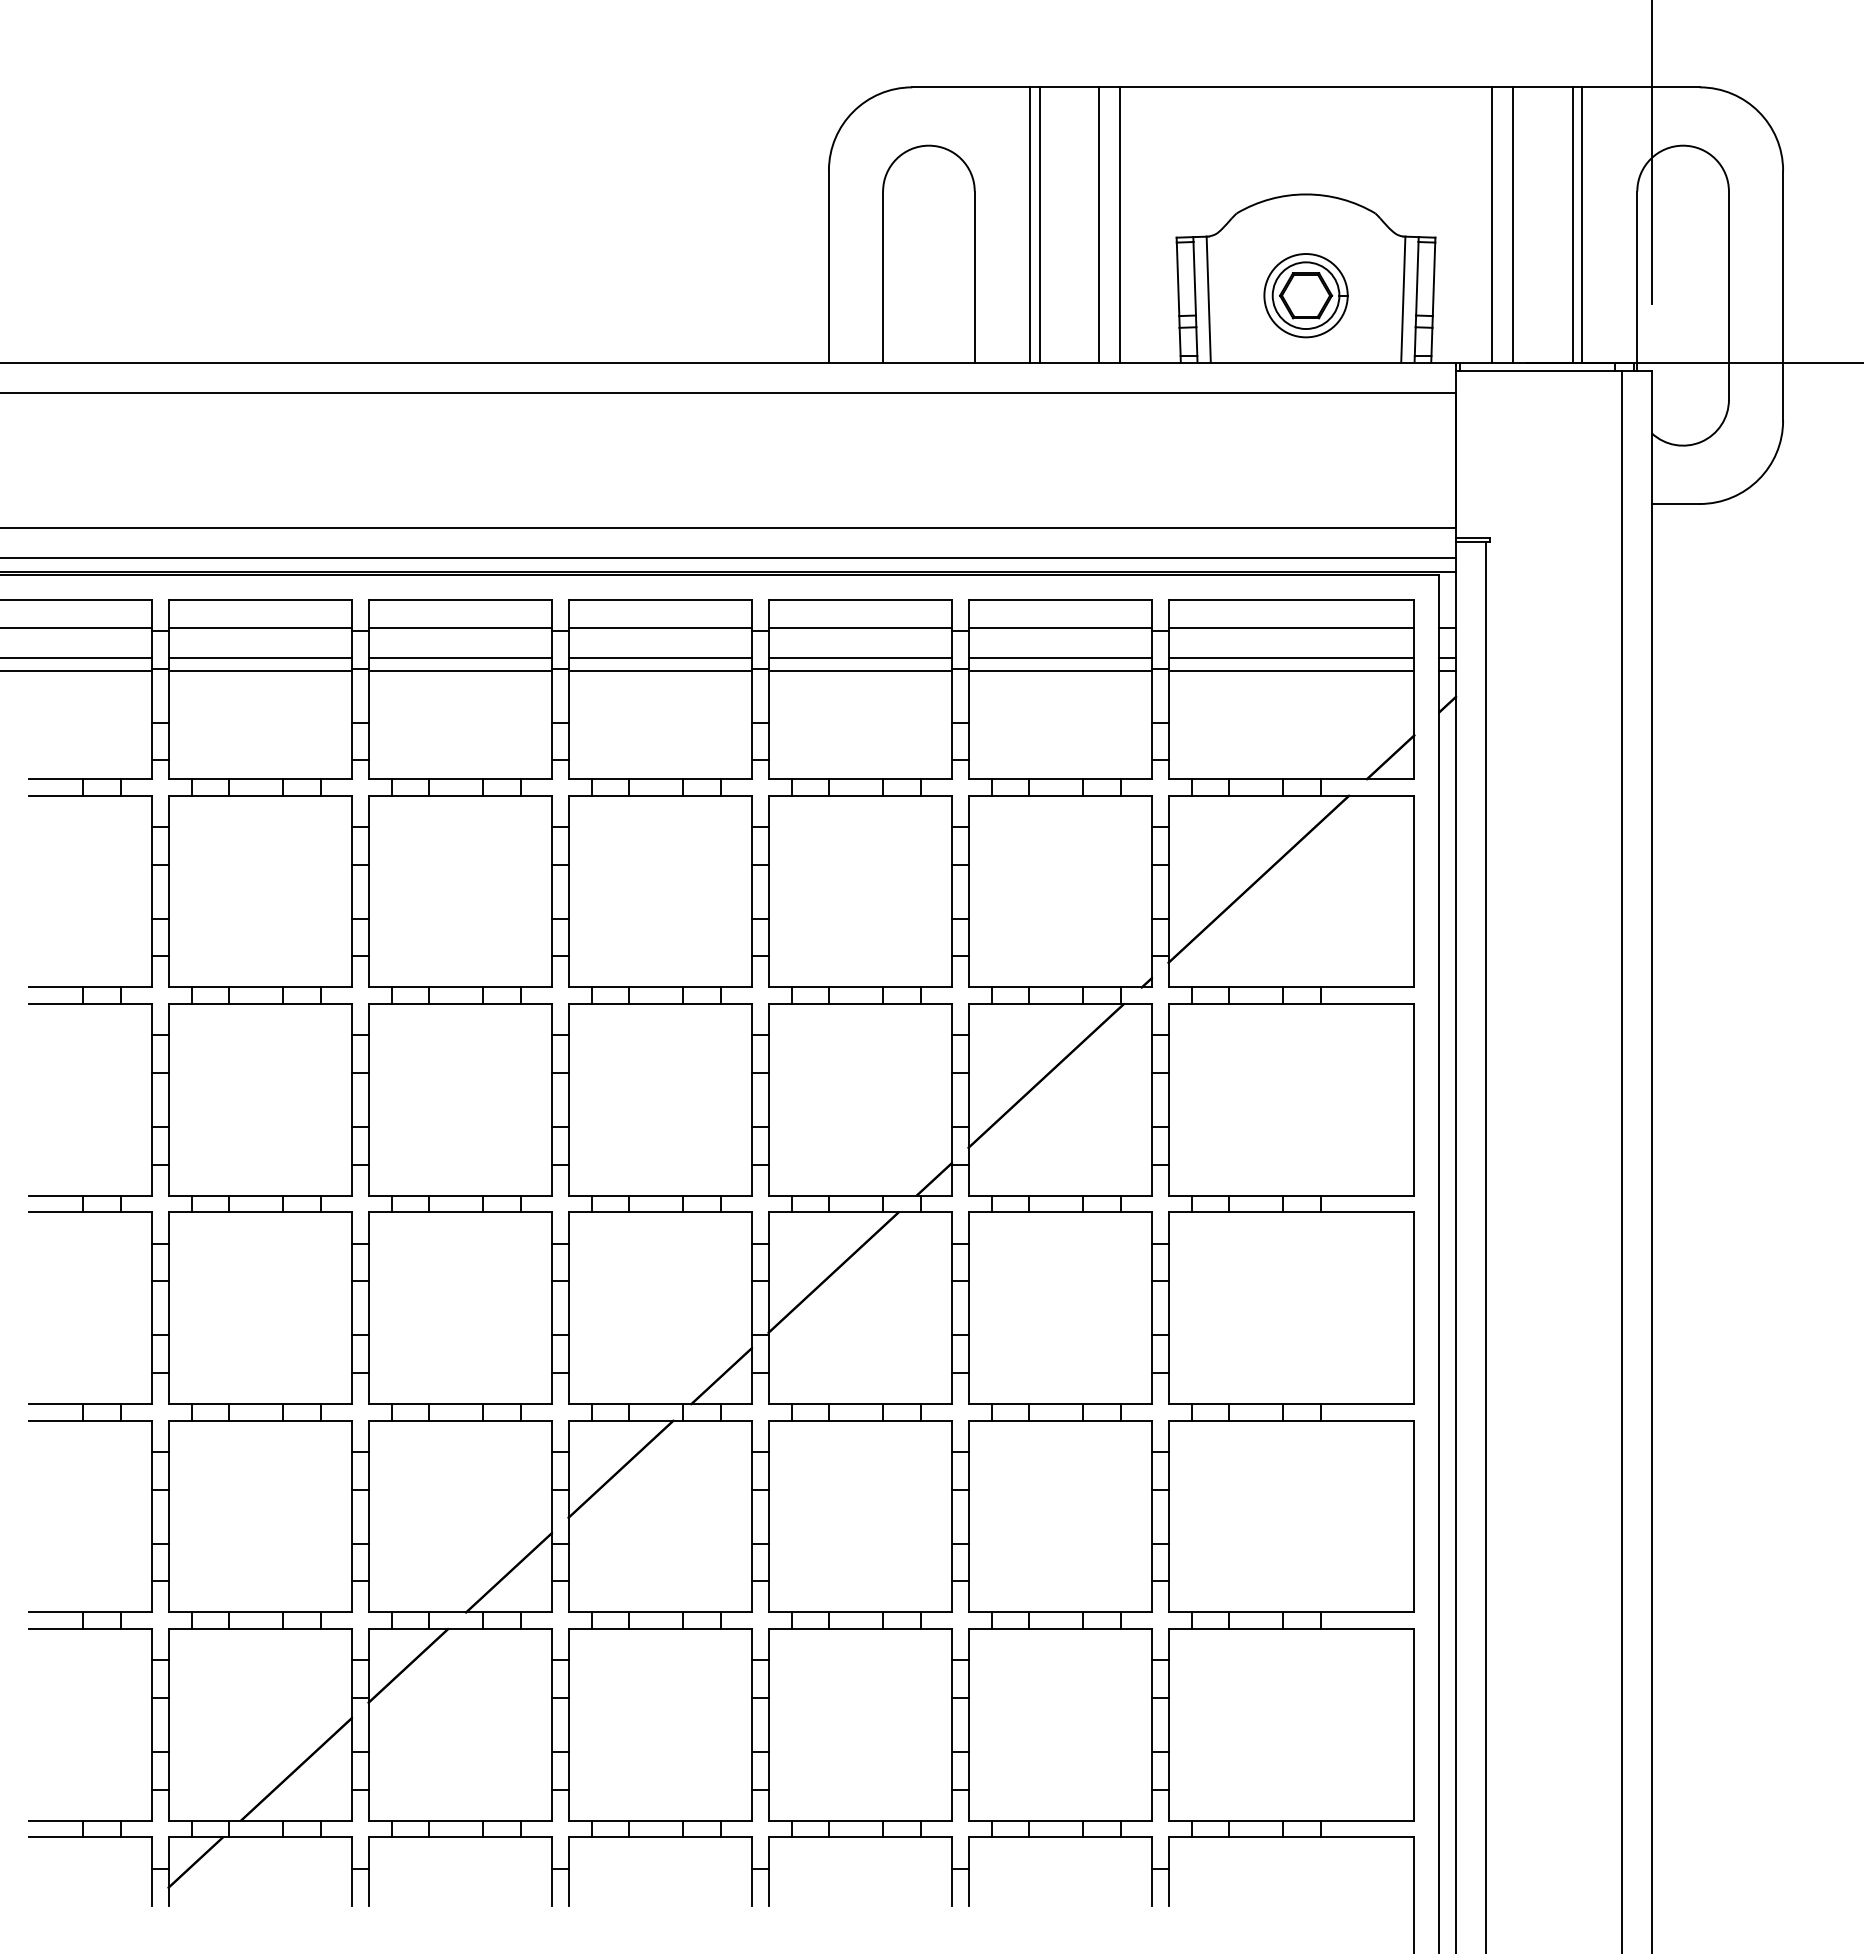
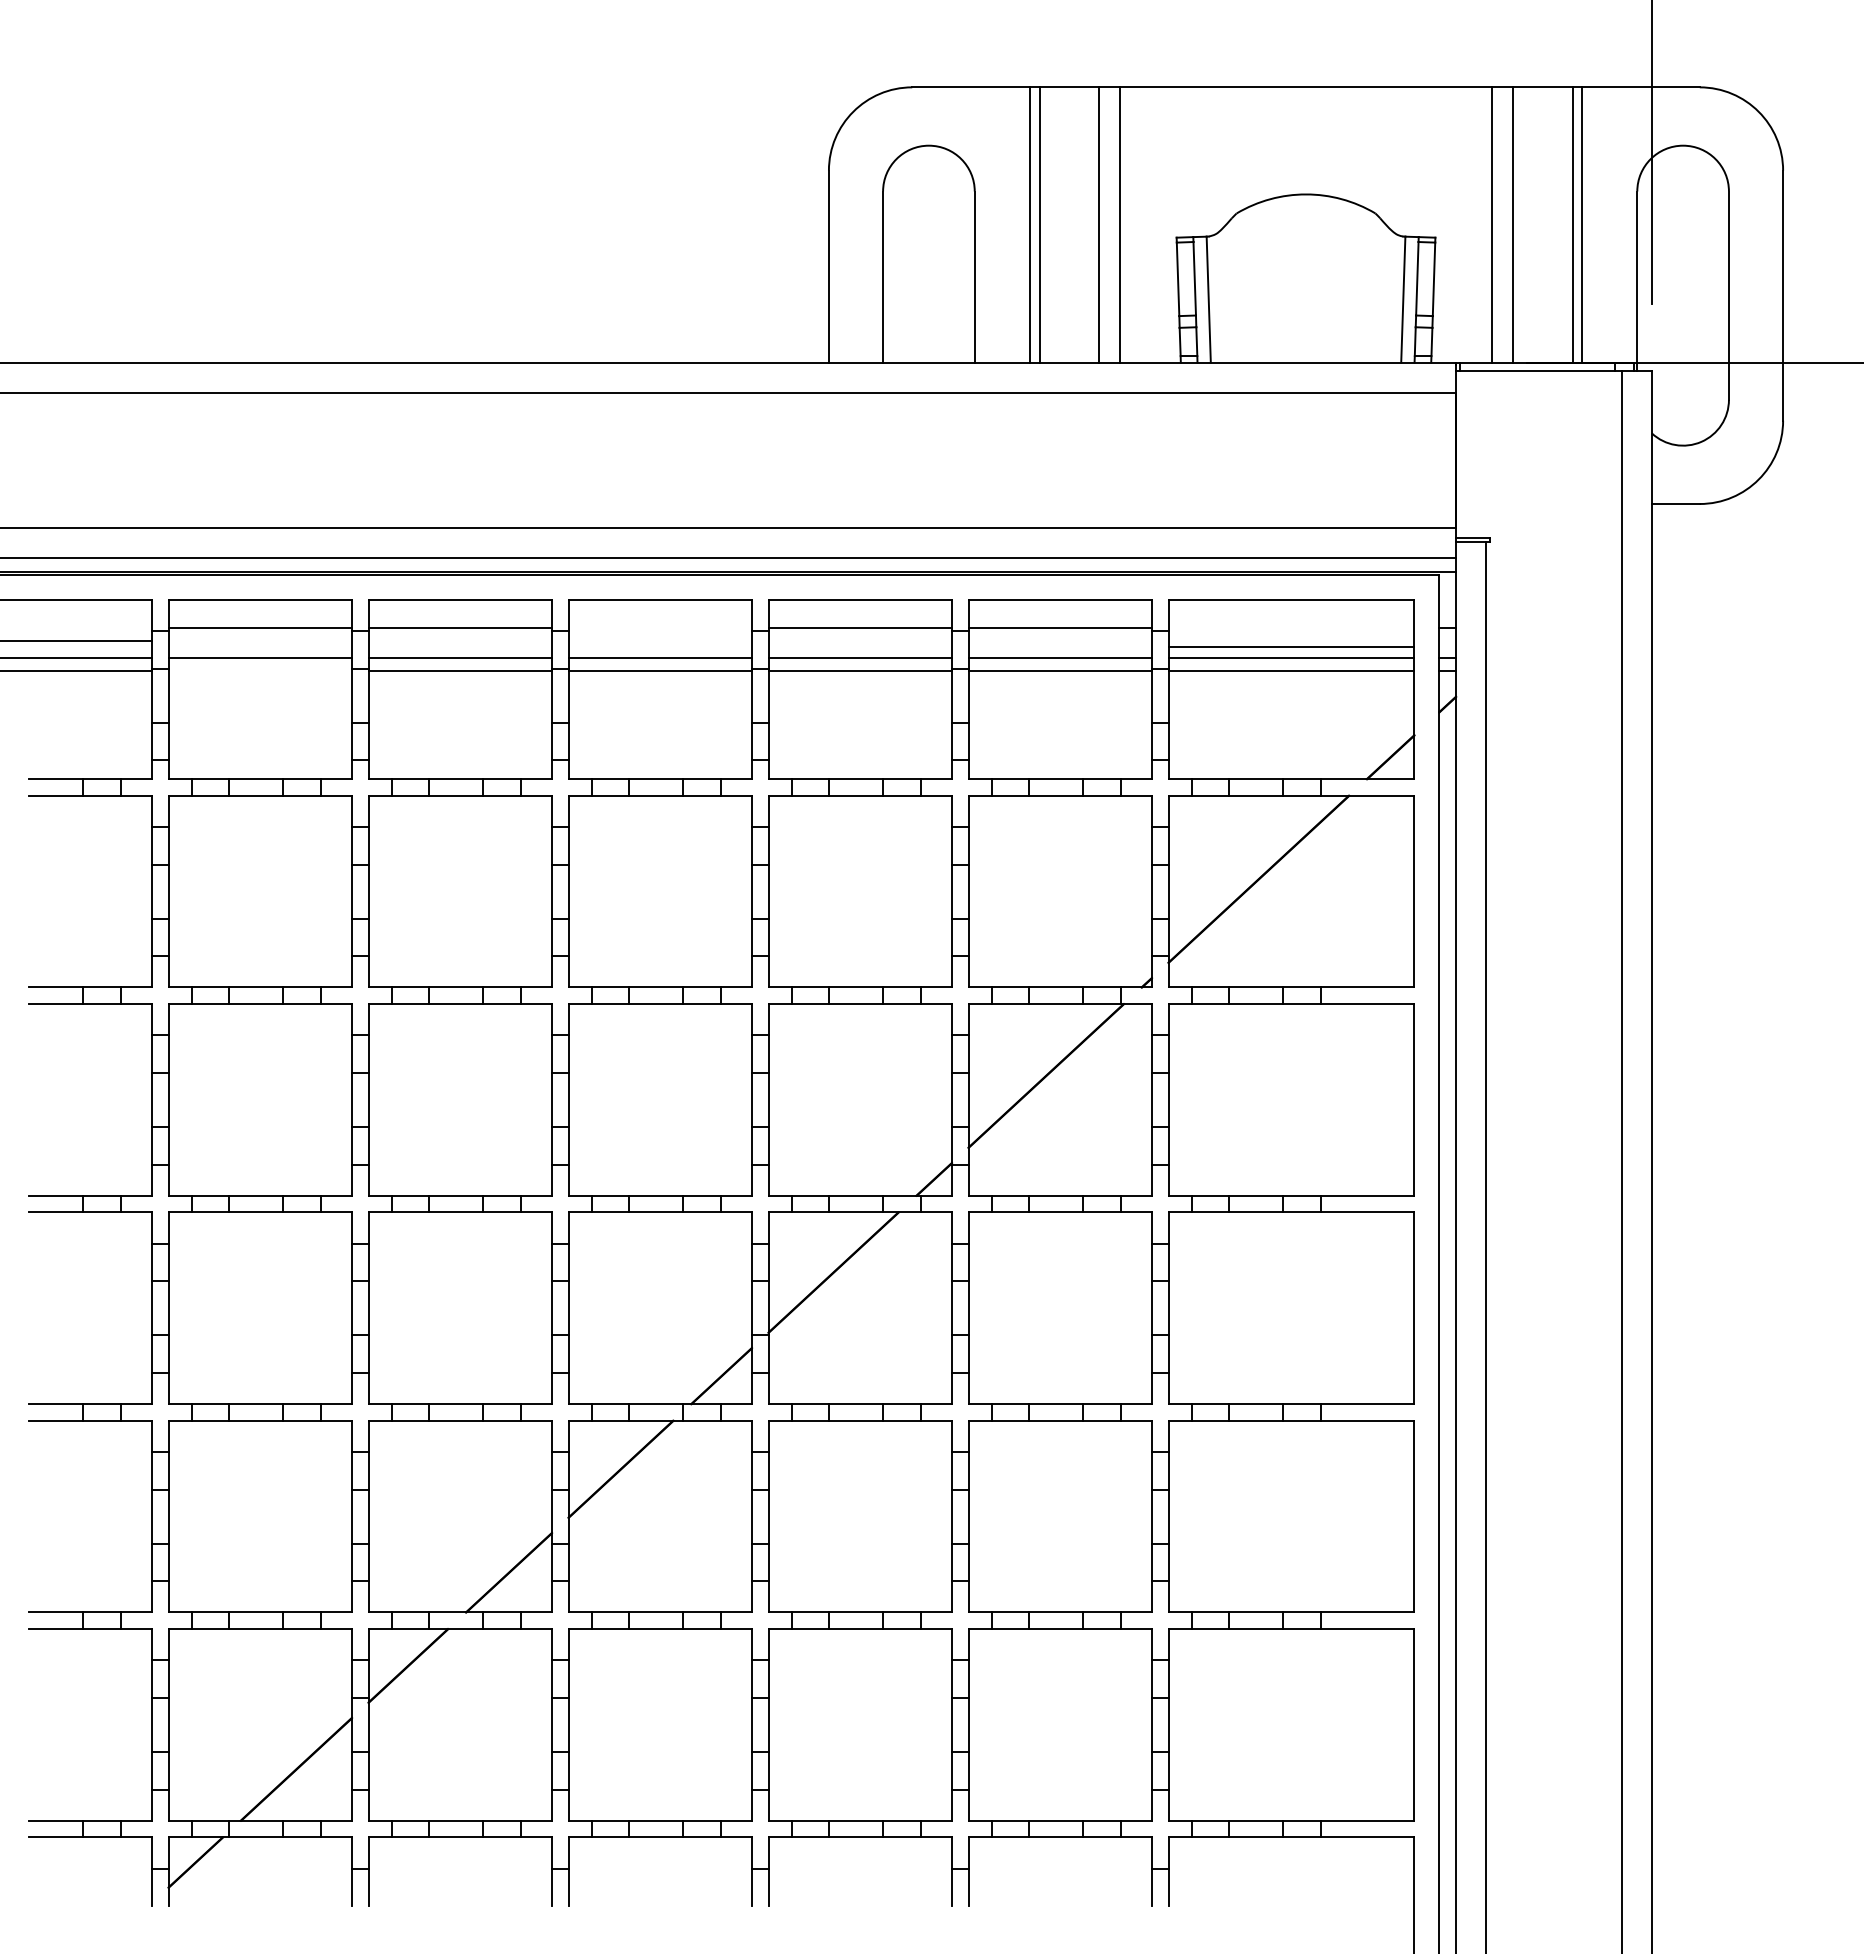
part at (1305, 295): present -> none
line at (76, 628) position: (76, 628) -> (76, 641)
line at (659, 628): present -> none
line at (1291, 628) position: (1291, 628) -> (1291, 647)
line at (259, 671): present -> none
